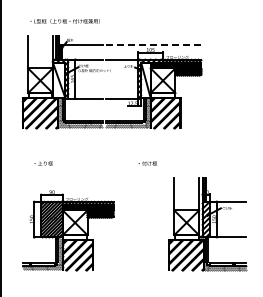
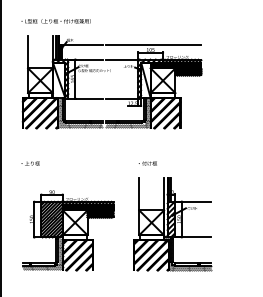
text at (64, 21) position: (64, 21) -> (55, 21)
line at (153, 45): dashed -> solid
text at (43, 163) position: (43, 163) -> (30, 163)
part at (207, 224) position: (207, 224) -> (172, 224)
